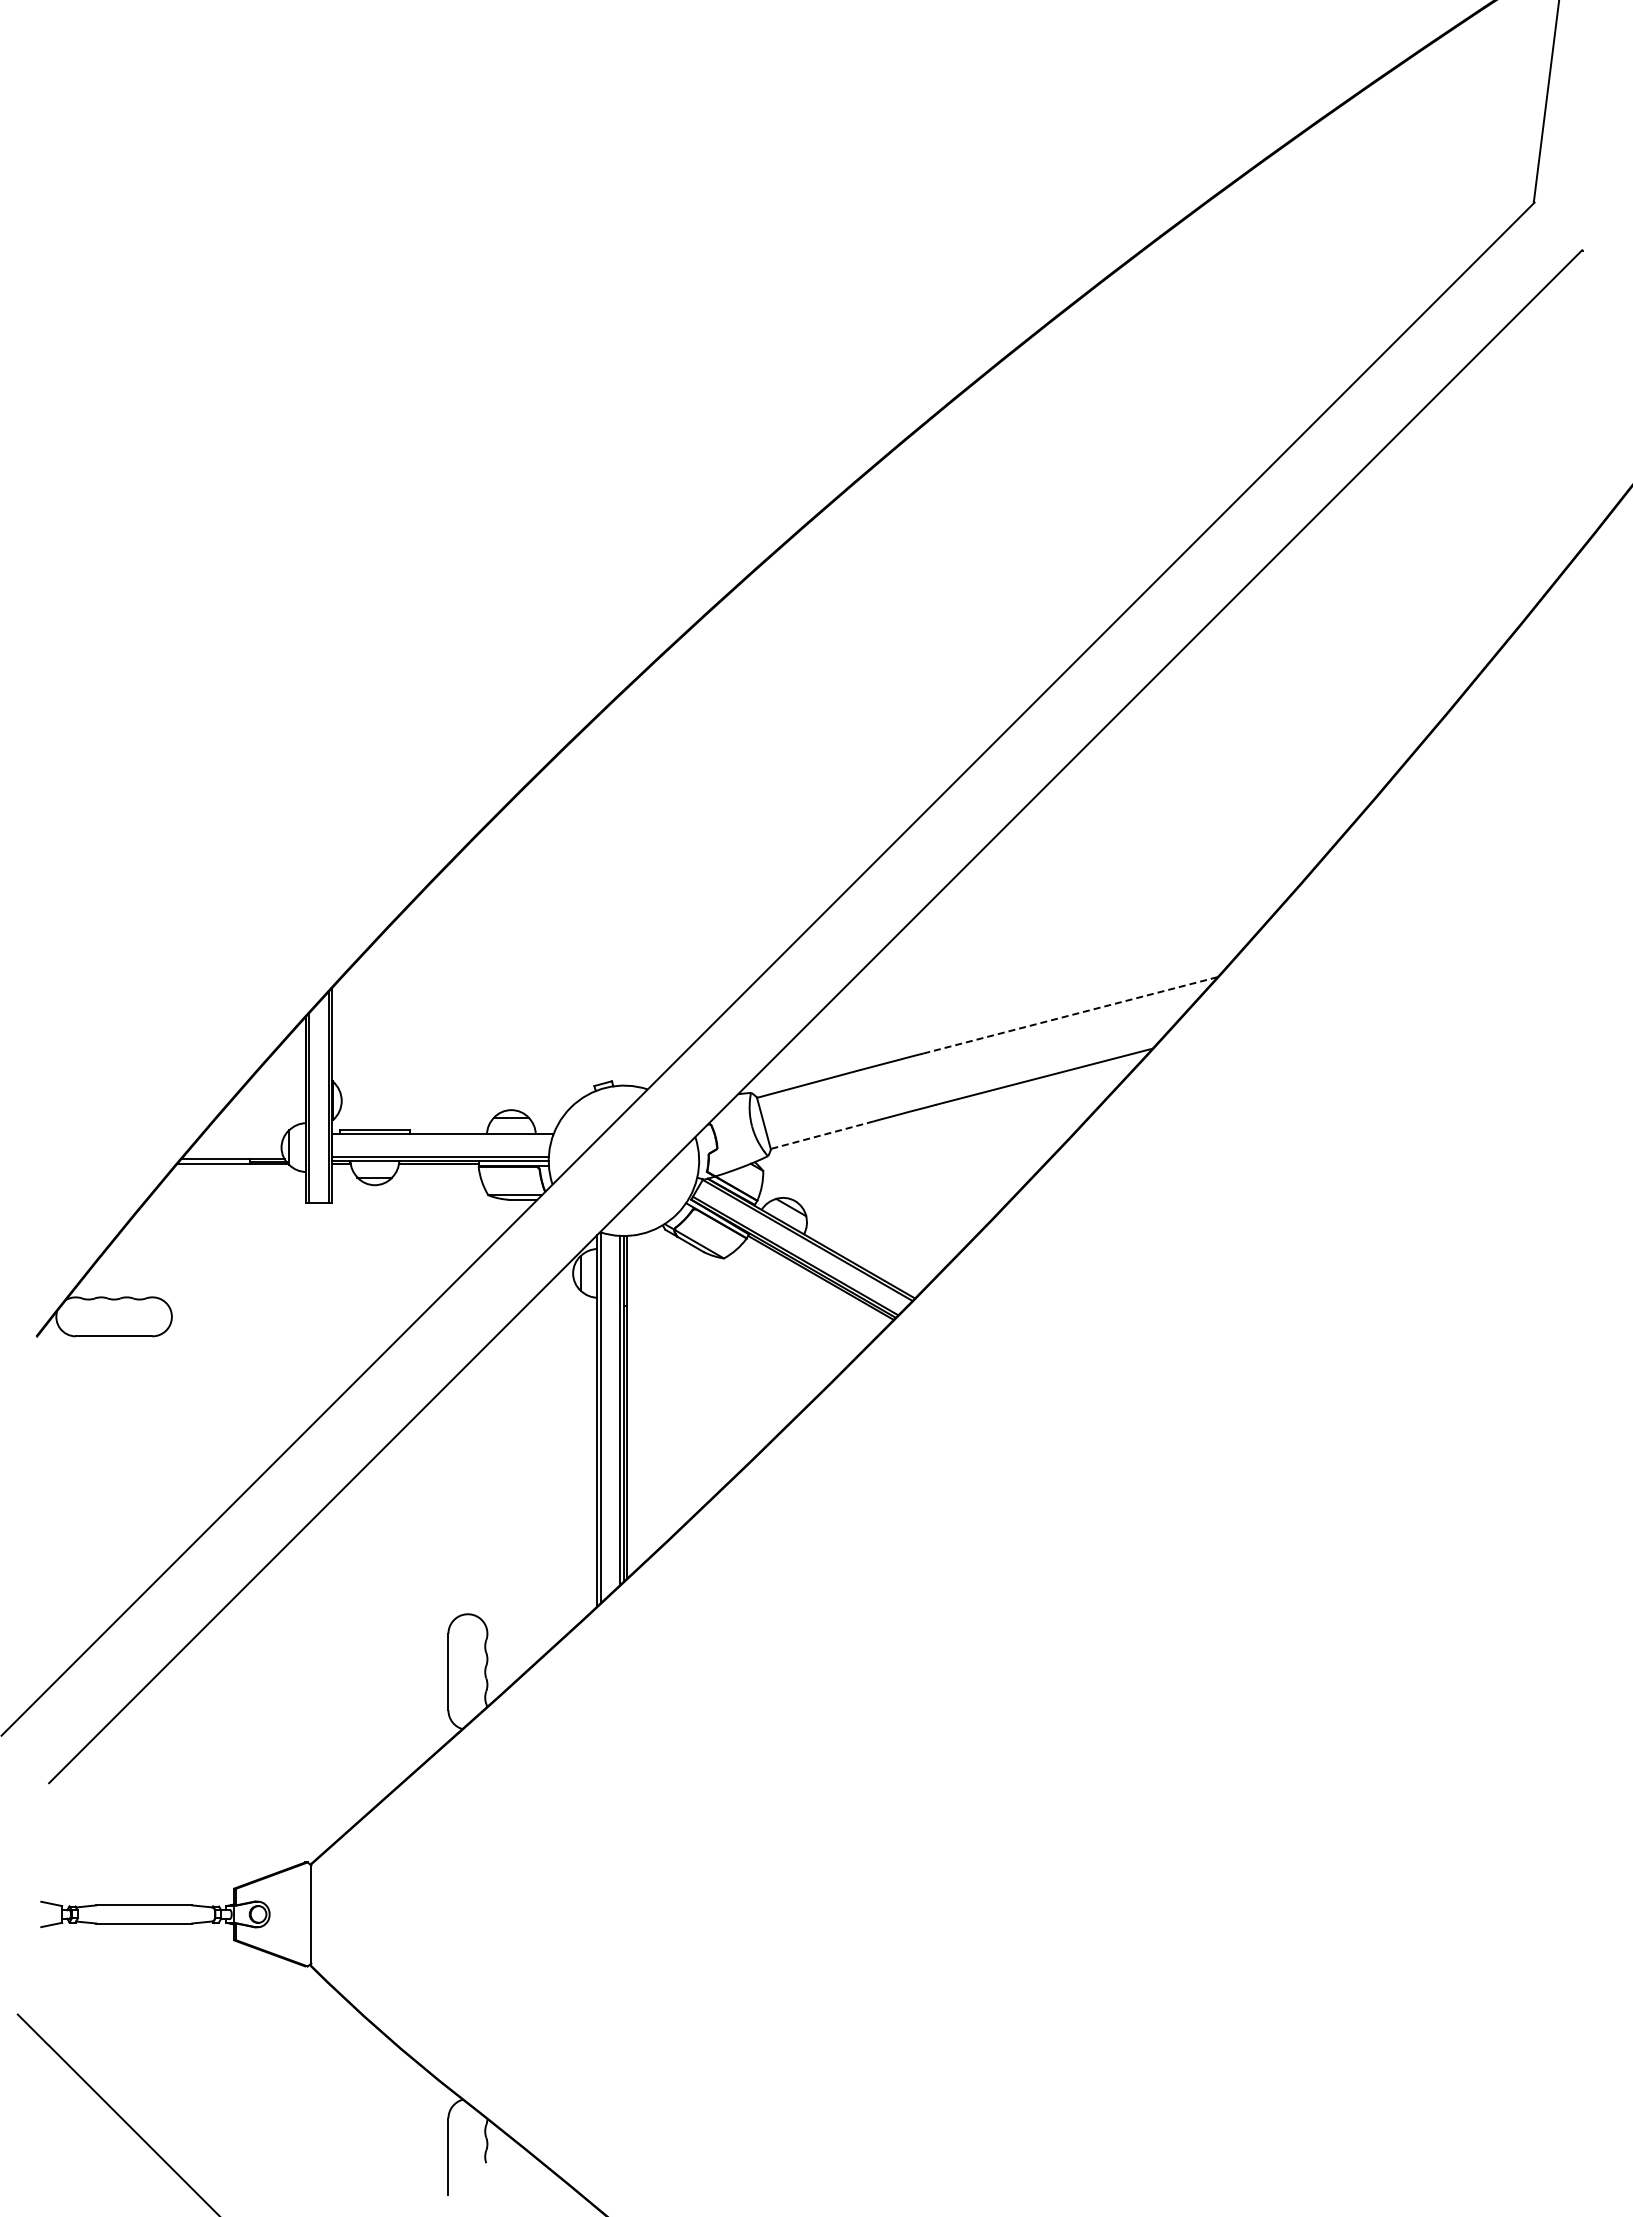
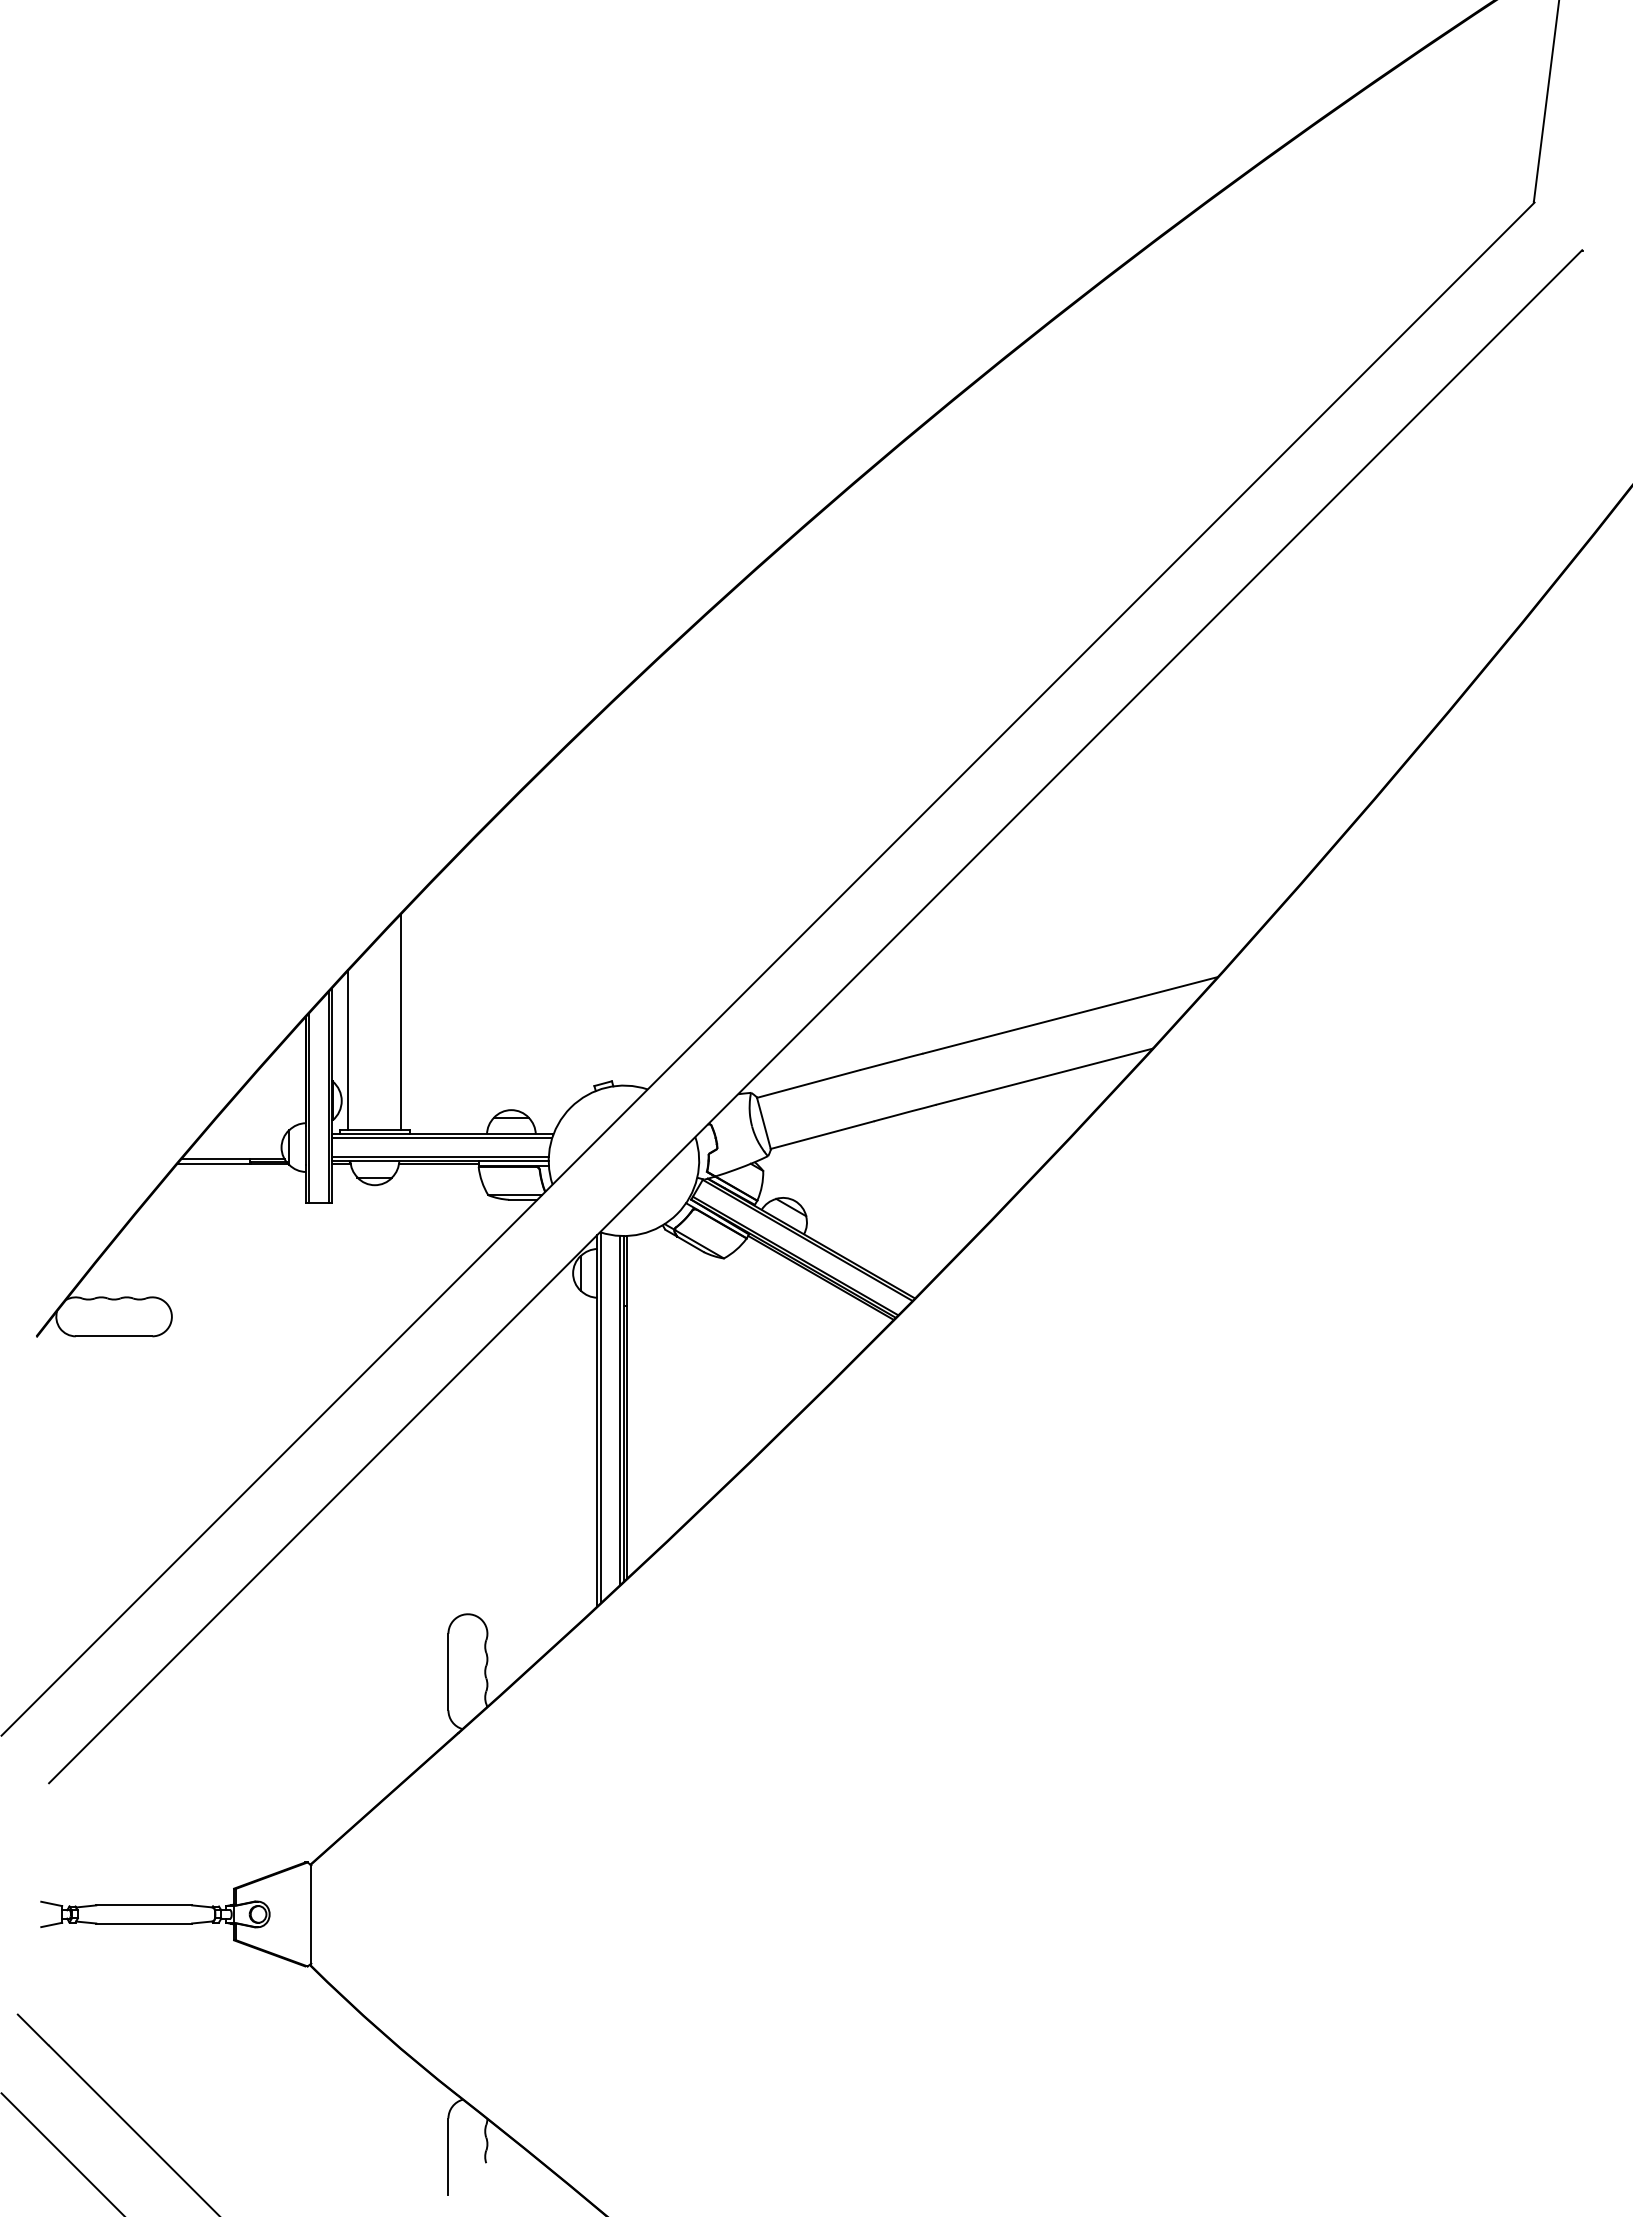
line at (1071, 1015): dashed -> solid
line at (401, 1021): none -> present
line at (348, 1050): none -> present
line at (821, 1135): dashed -> solid
line at (442, 1137): none -> present
line at (61, 2153): none -> present
